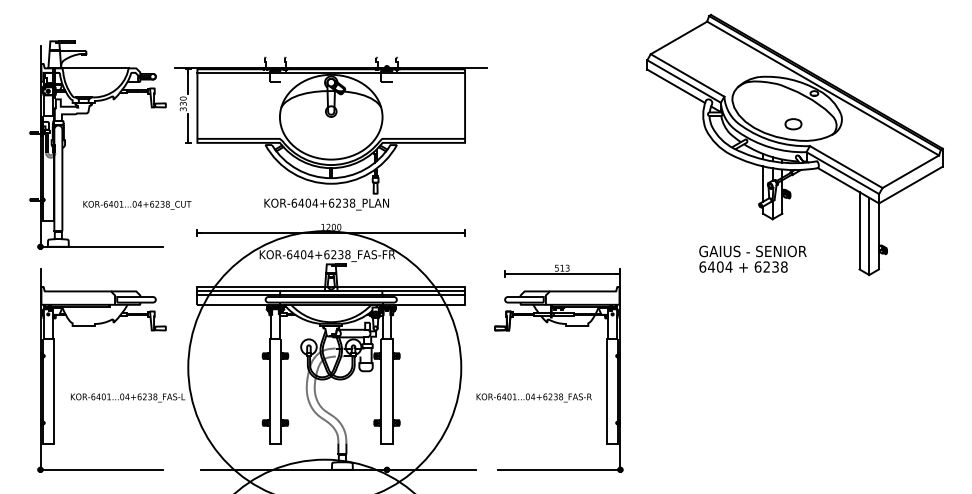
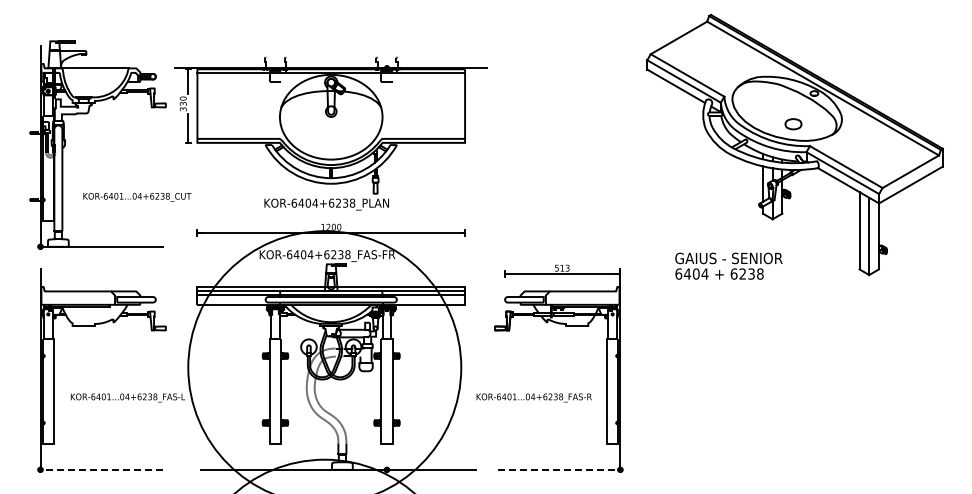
text at (137, 205) position: (137, 205) -> (137, 197)
text at (752, 258) position: (752, 258) -> (728, 265)
line at (101, 469): solid -> dashed
line at (559, 469): solid -> dashed
